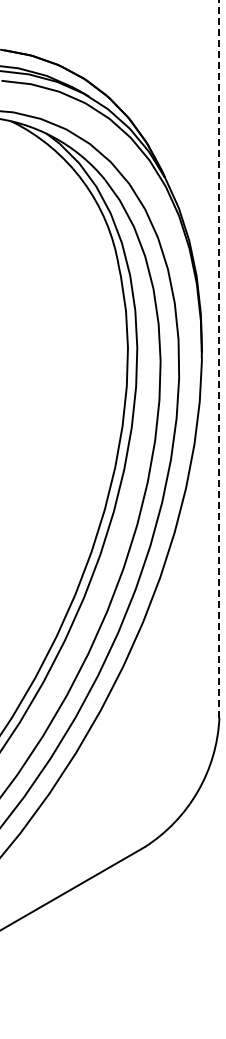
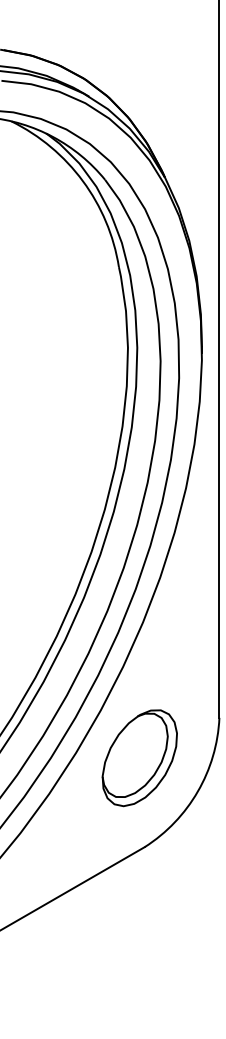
line at (219, 359): dashed -> solid
part at (139, 758): none -> present
